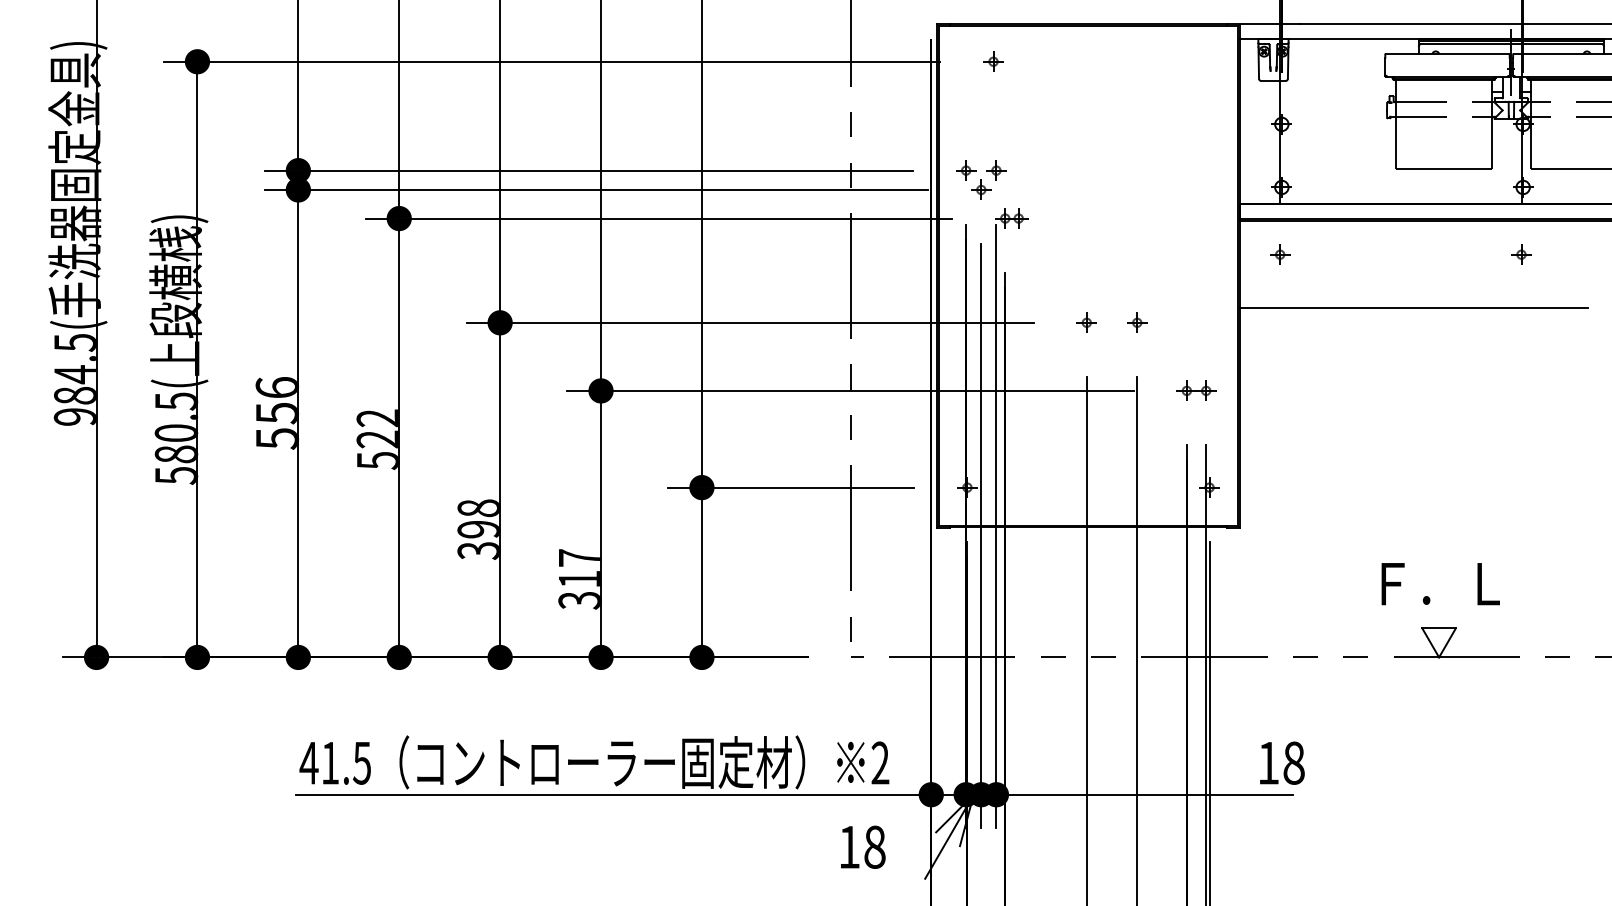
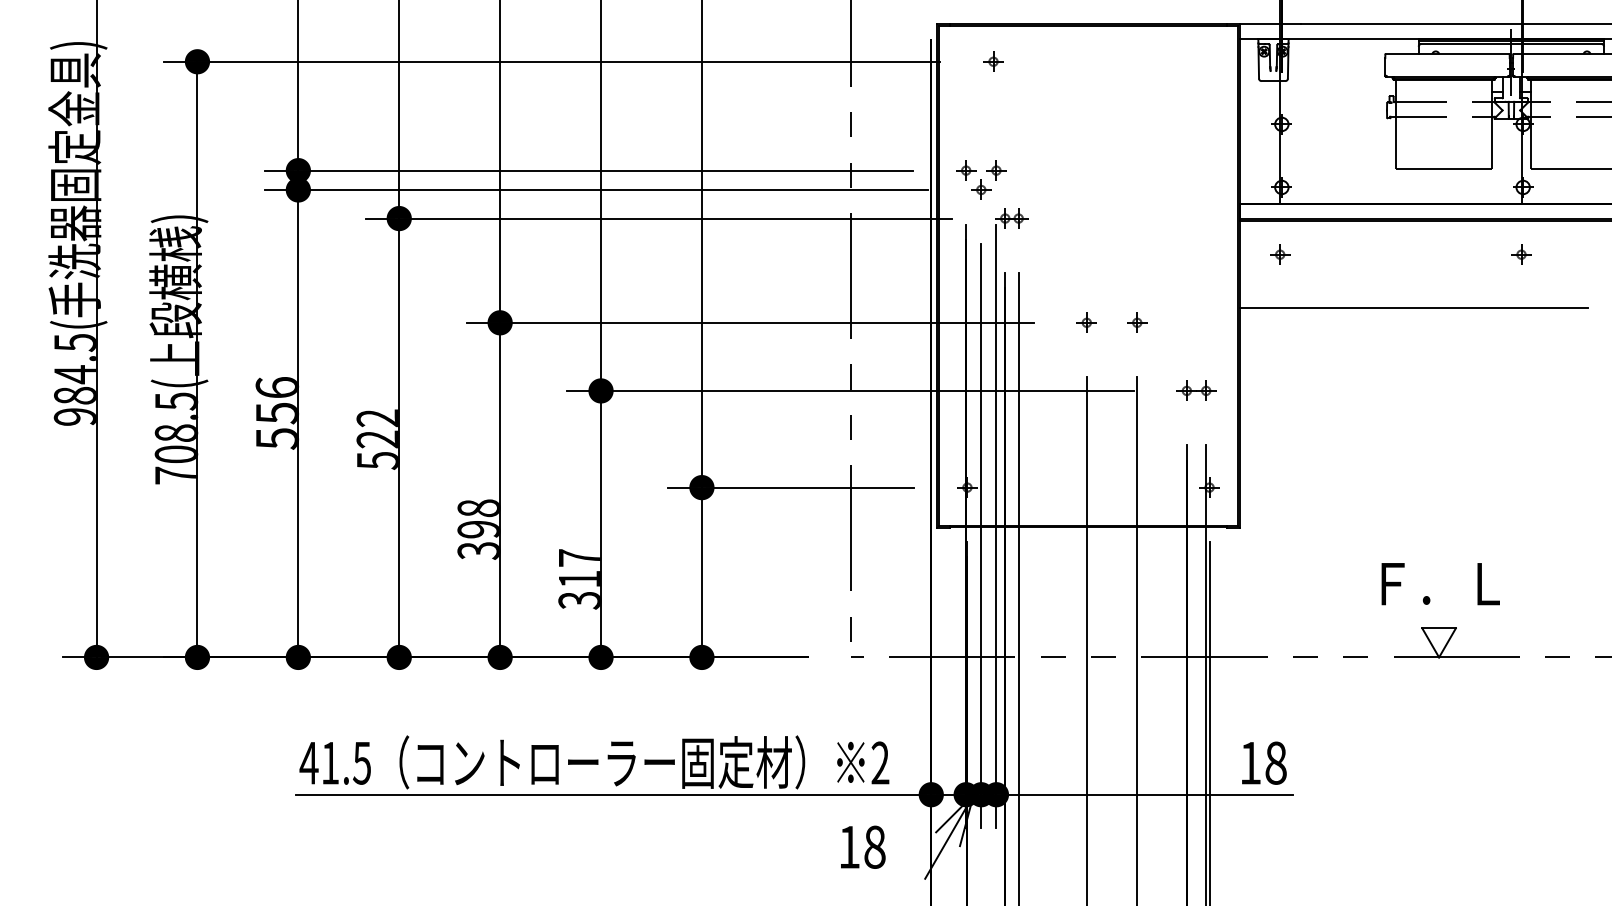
text at (176, 454): 580.5( -> 708.5(
line at (1018, 587): none -> present
text at (1282, 762) position: (1282, 762) -> (1264, 762)
